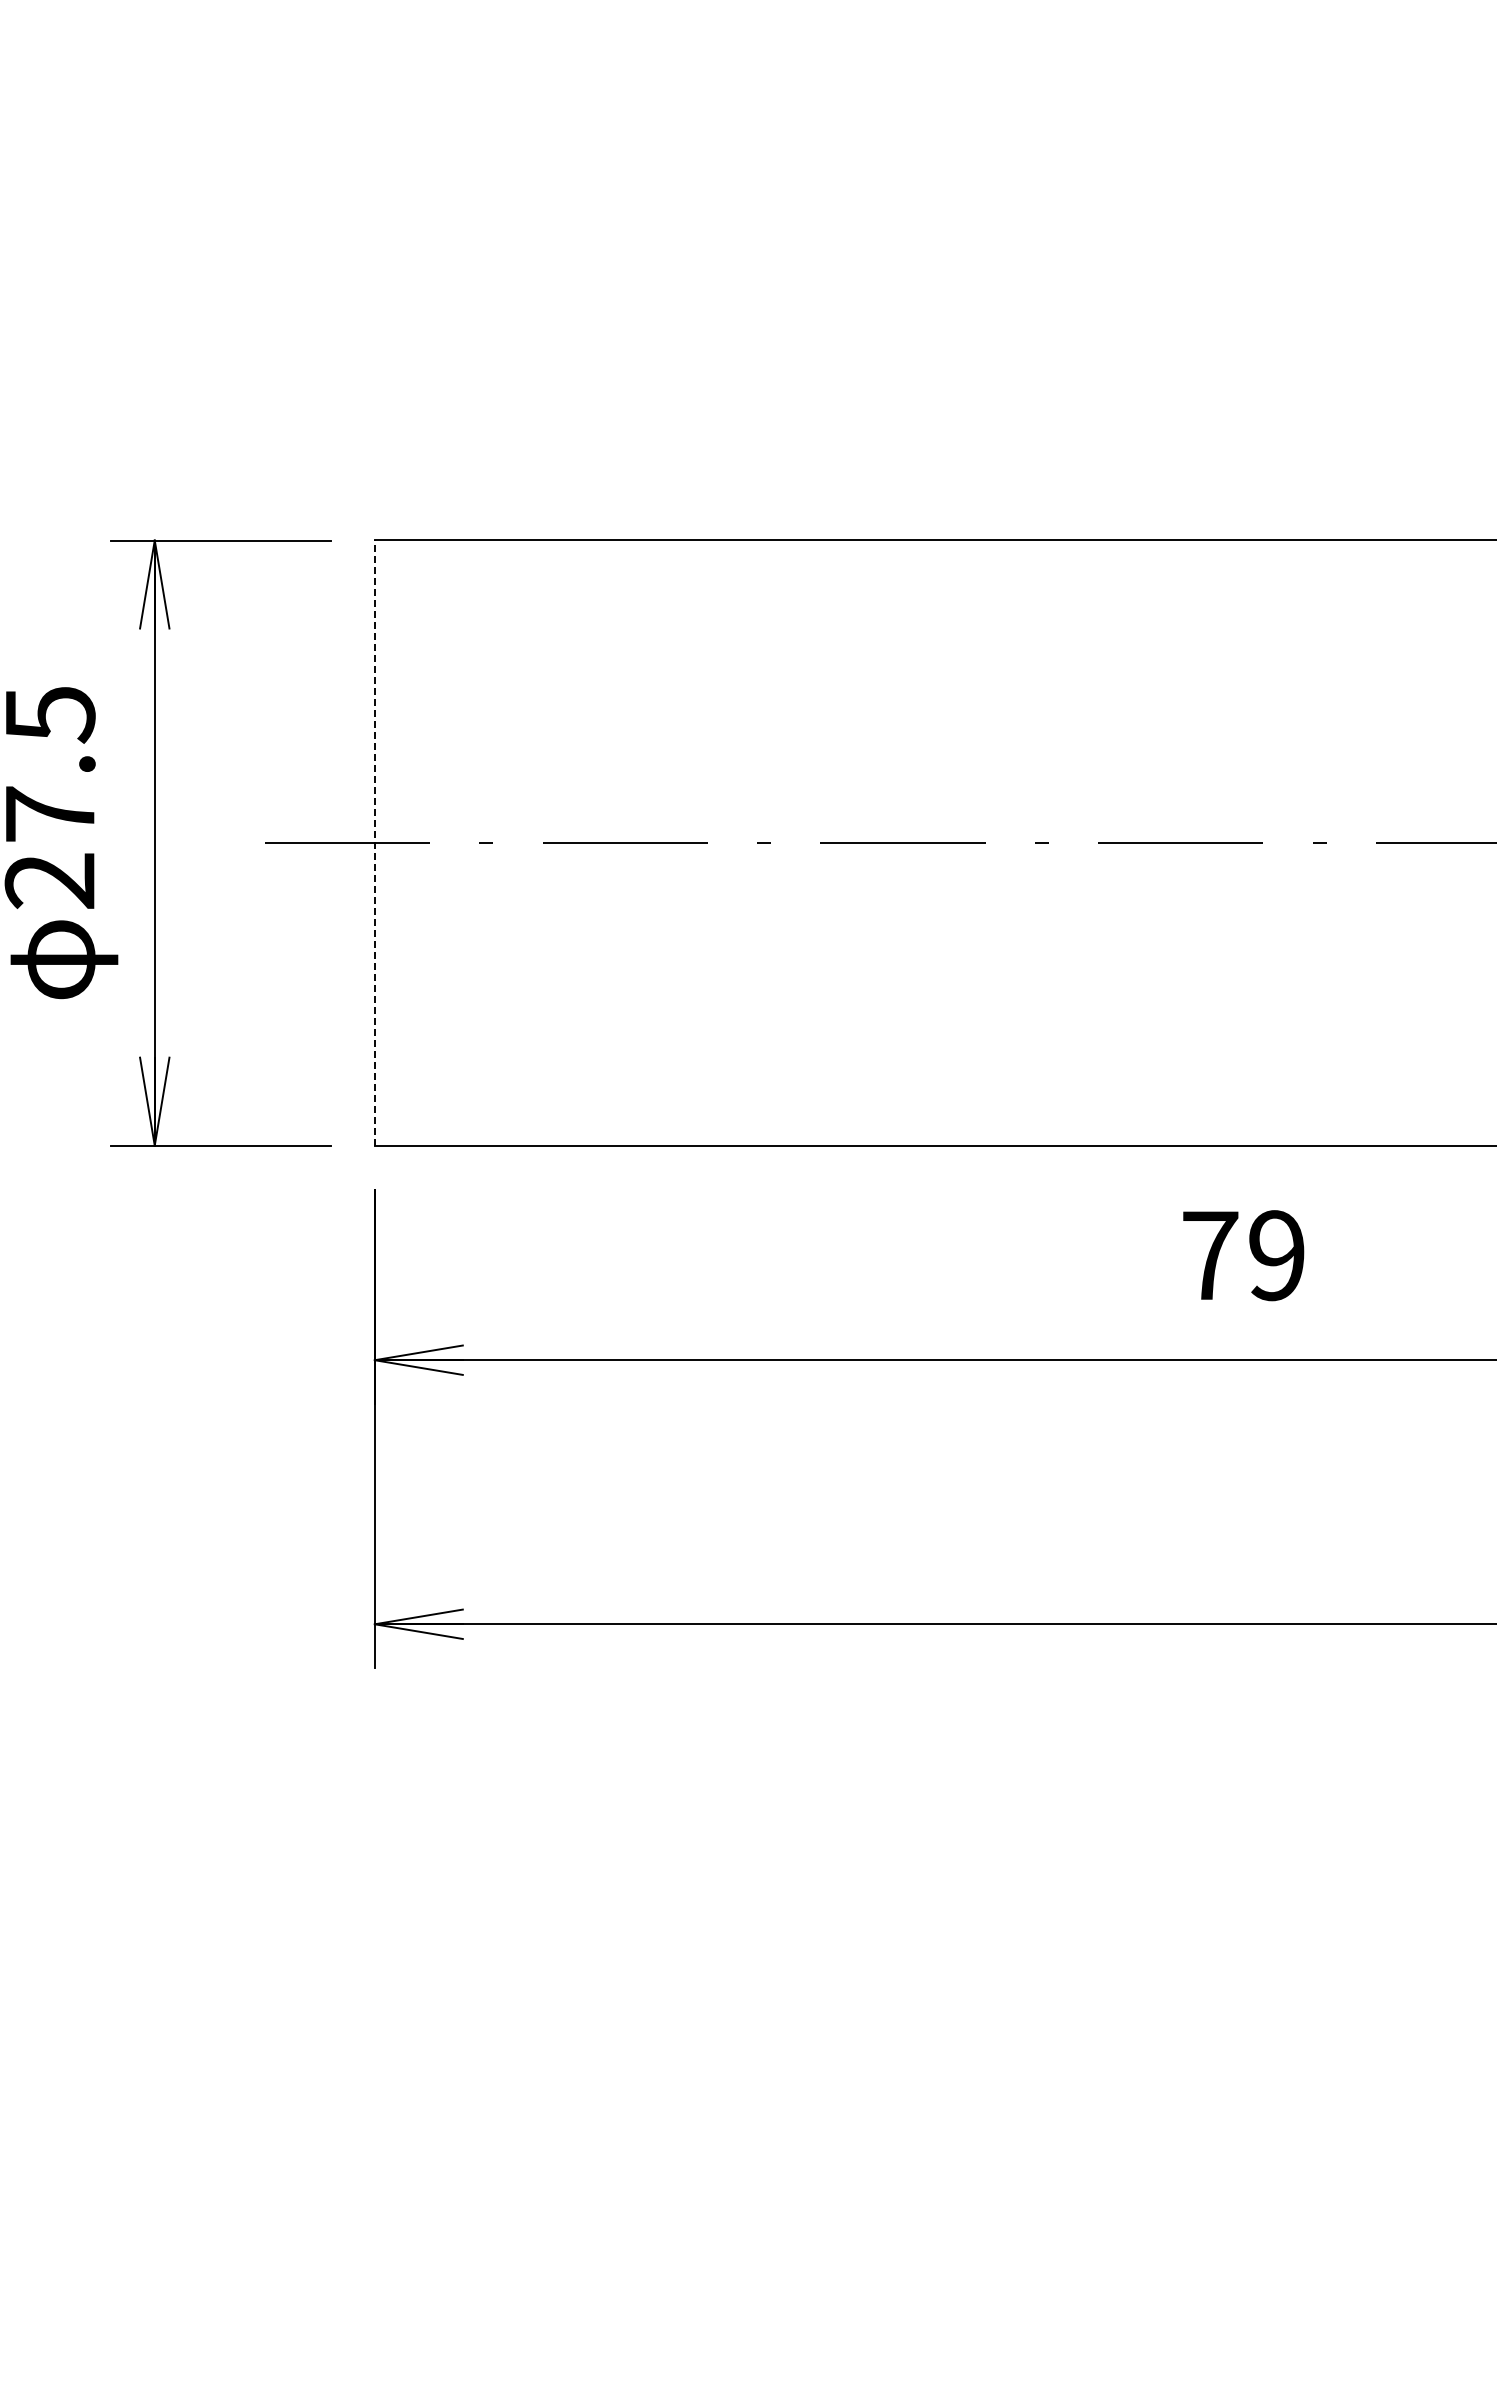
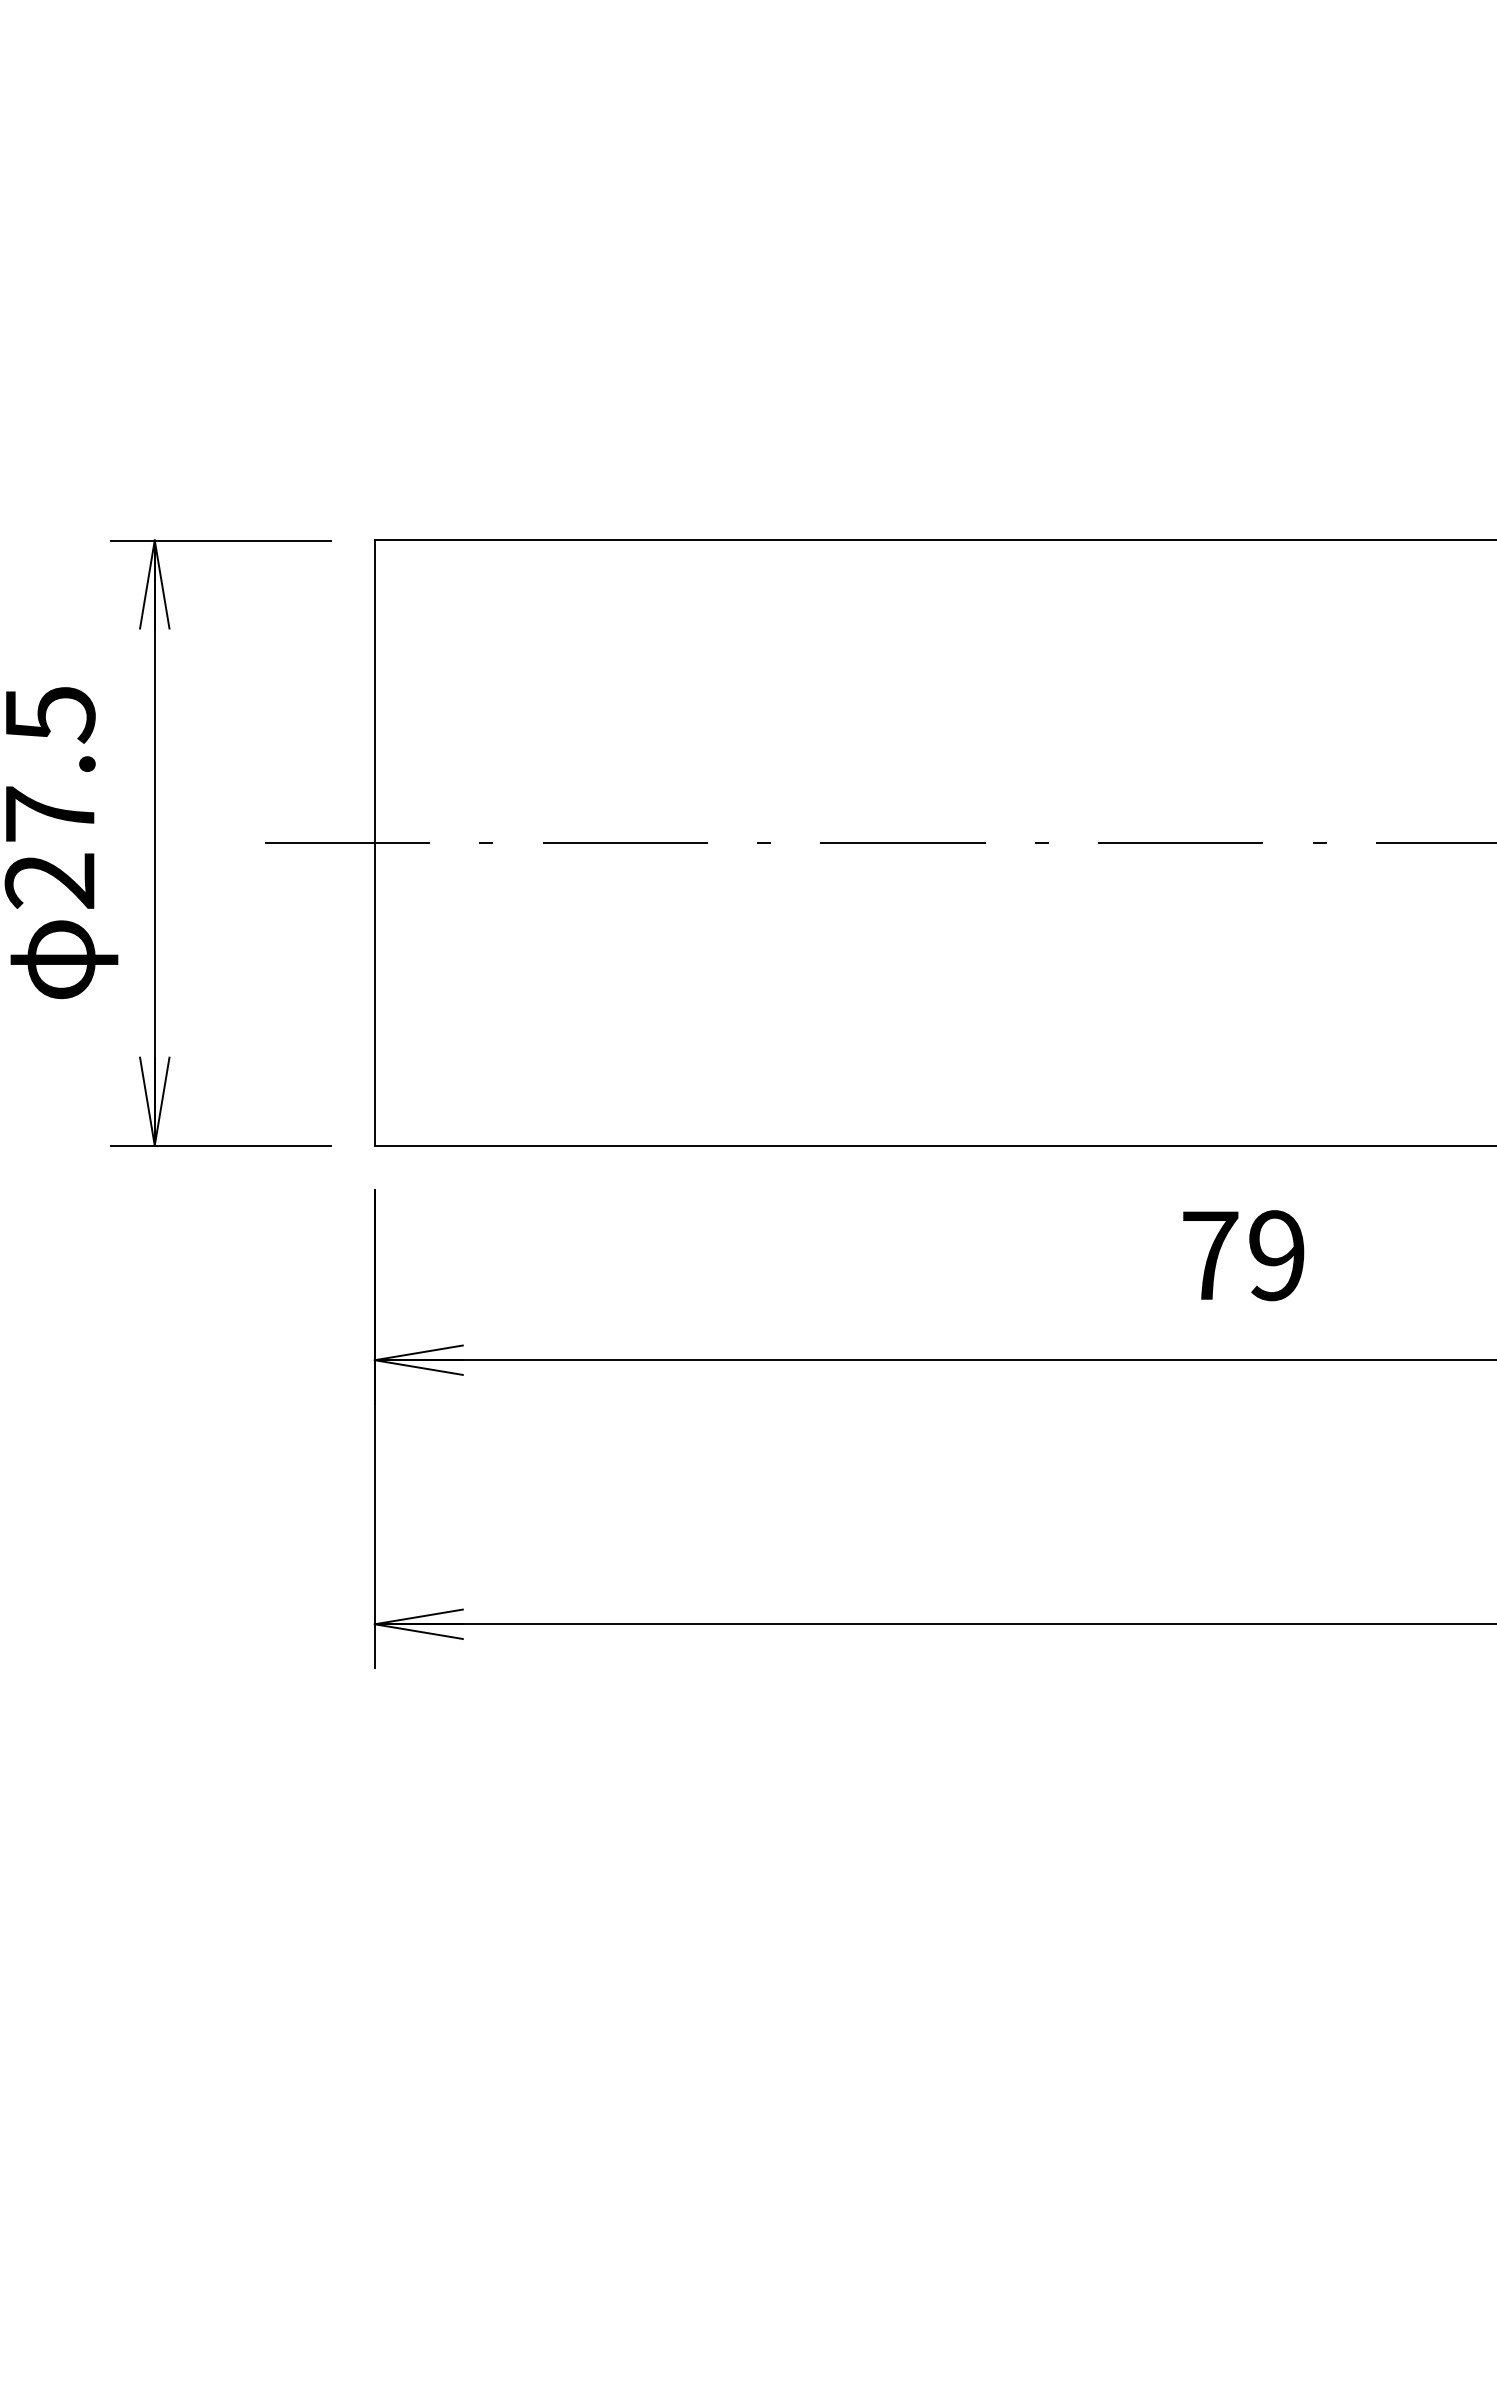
line at (374, 843): dashed -> solid
